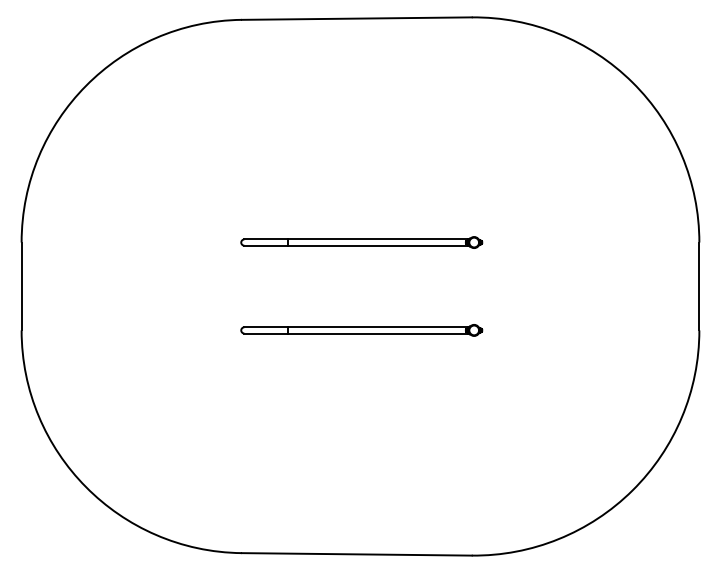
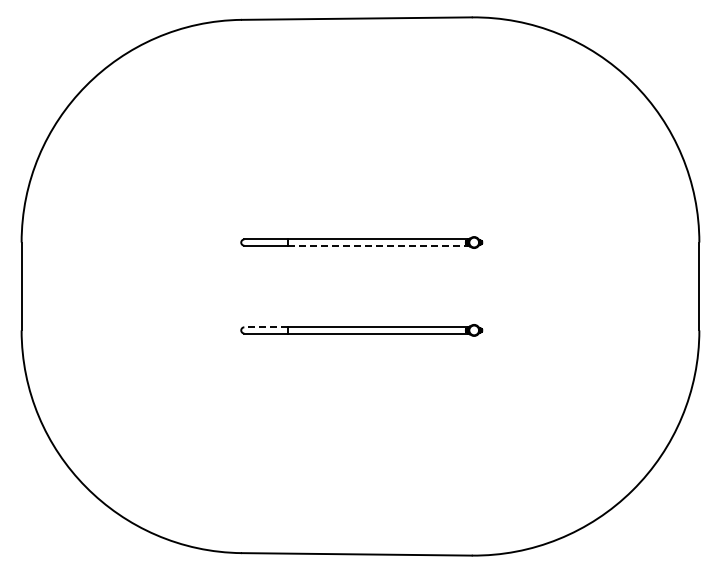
line at (378, 245): solid -> dashed
line at (266, 327): solid -> dashed
